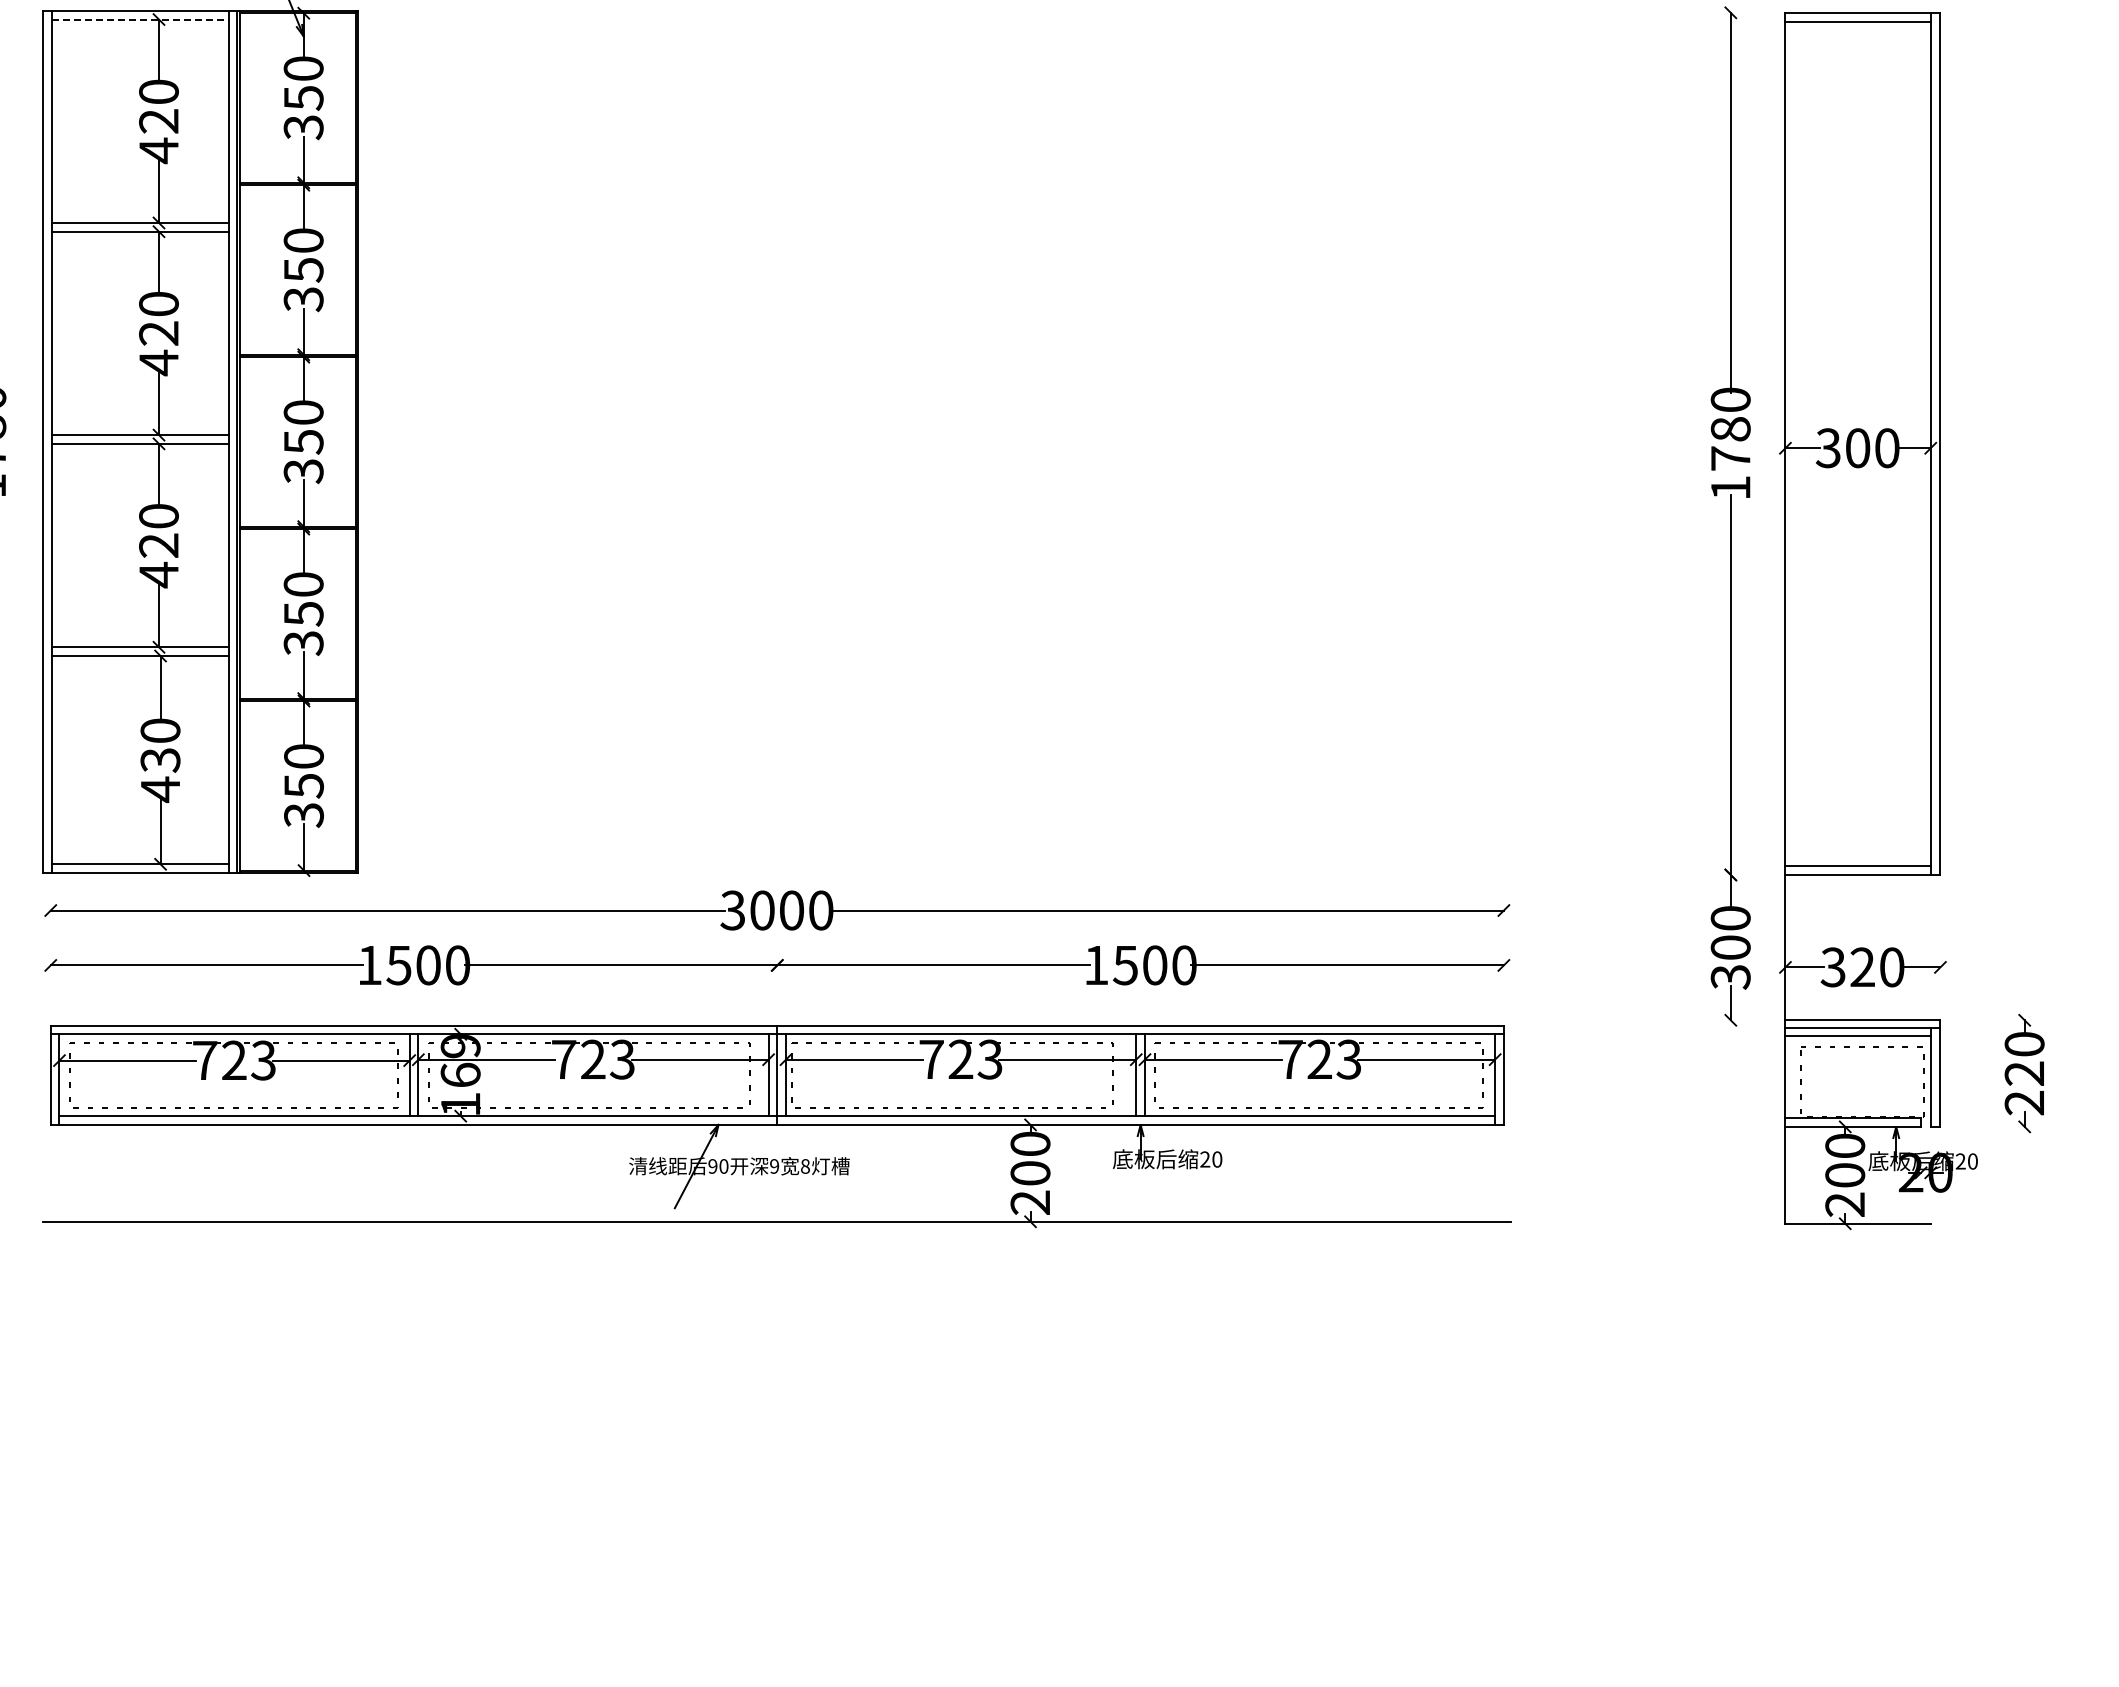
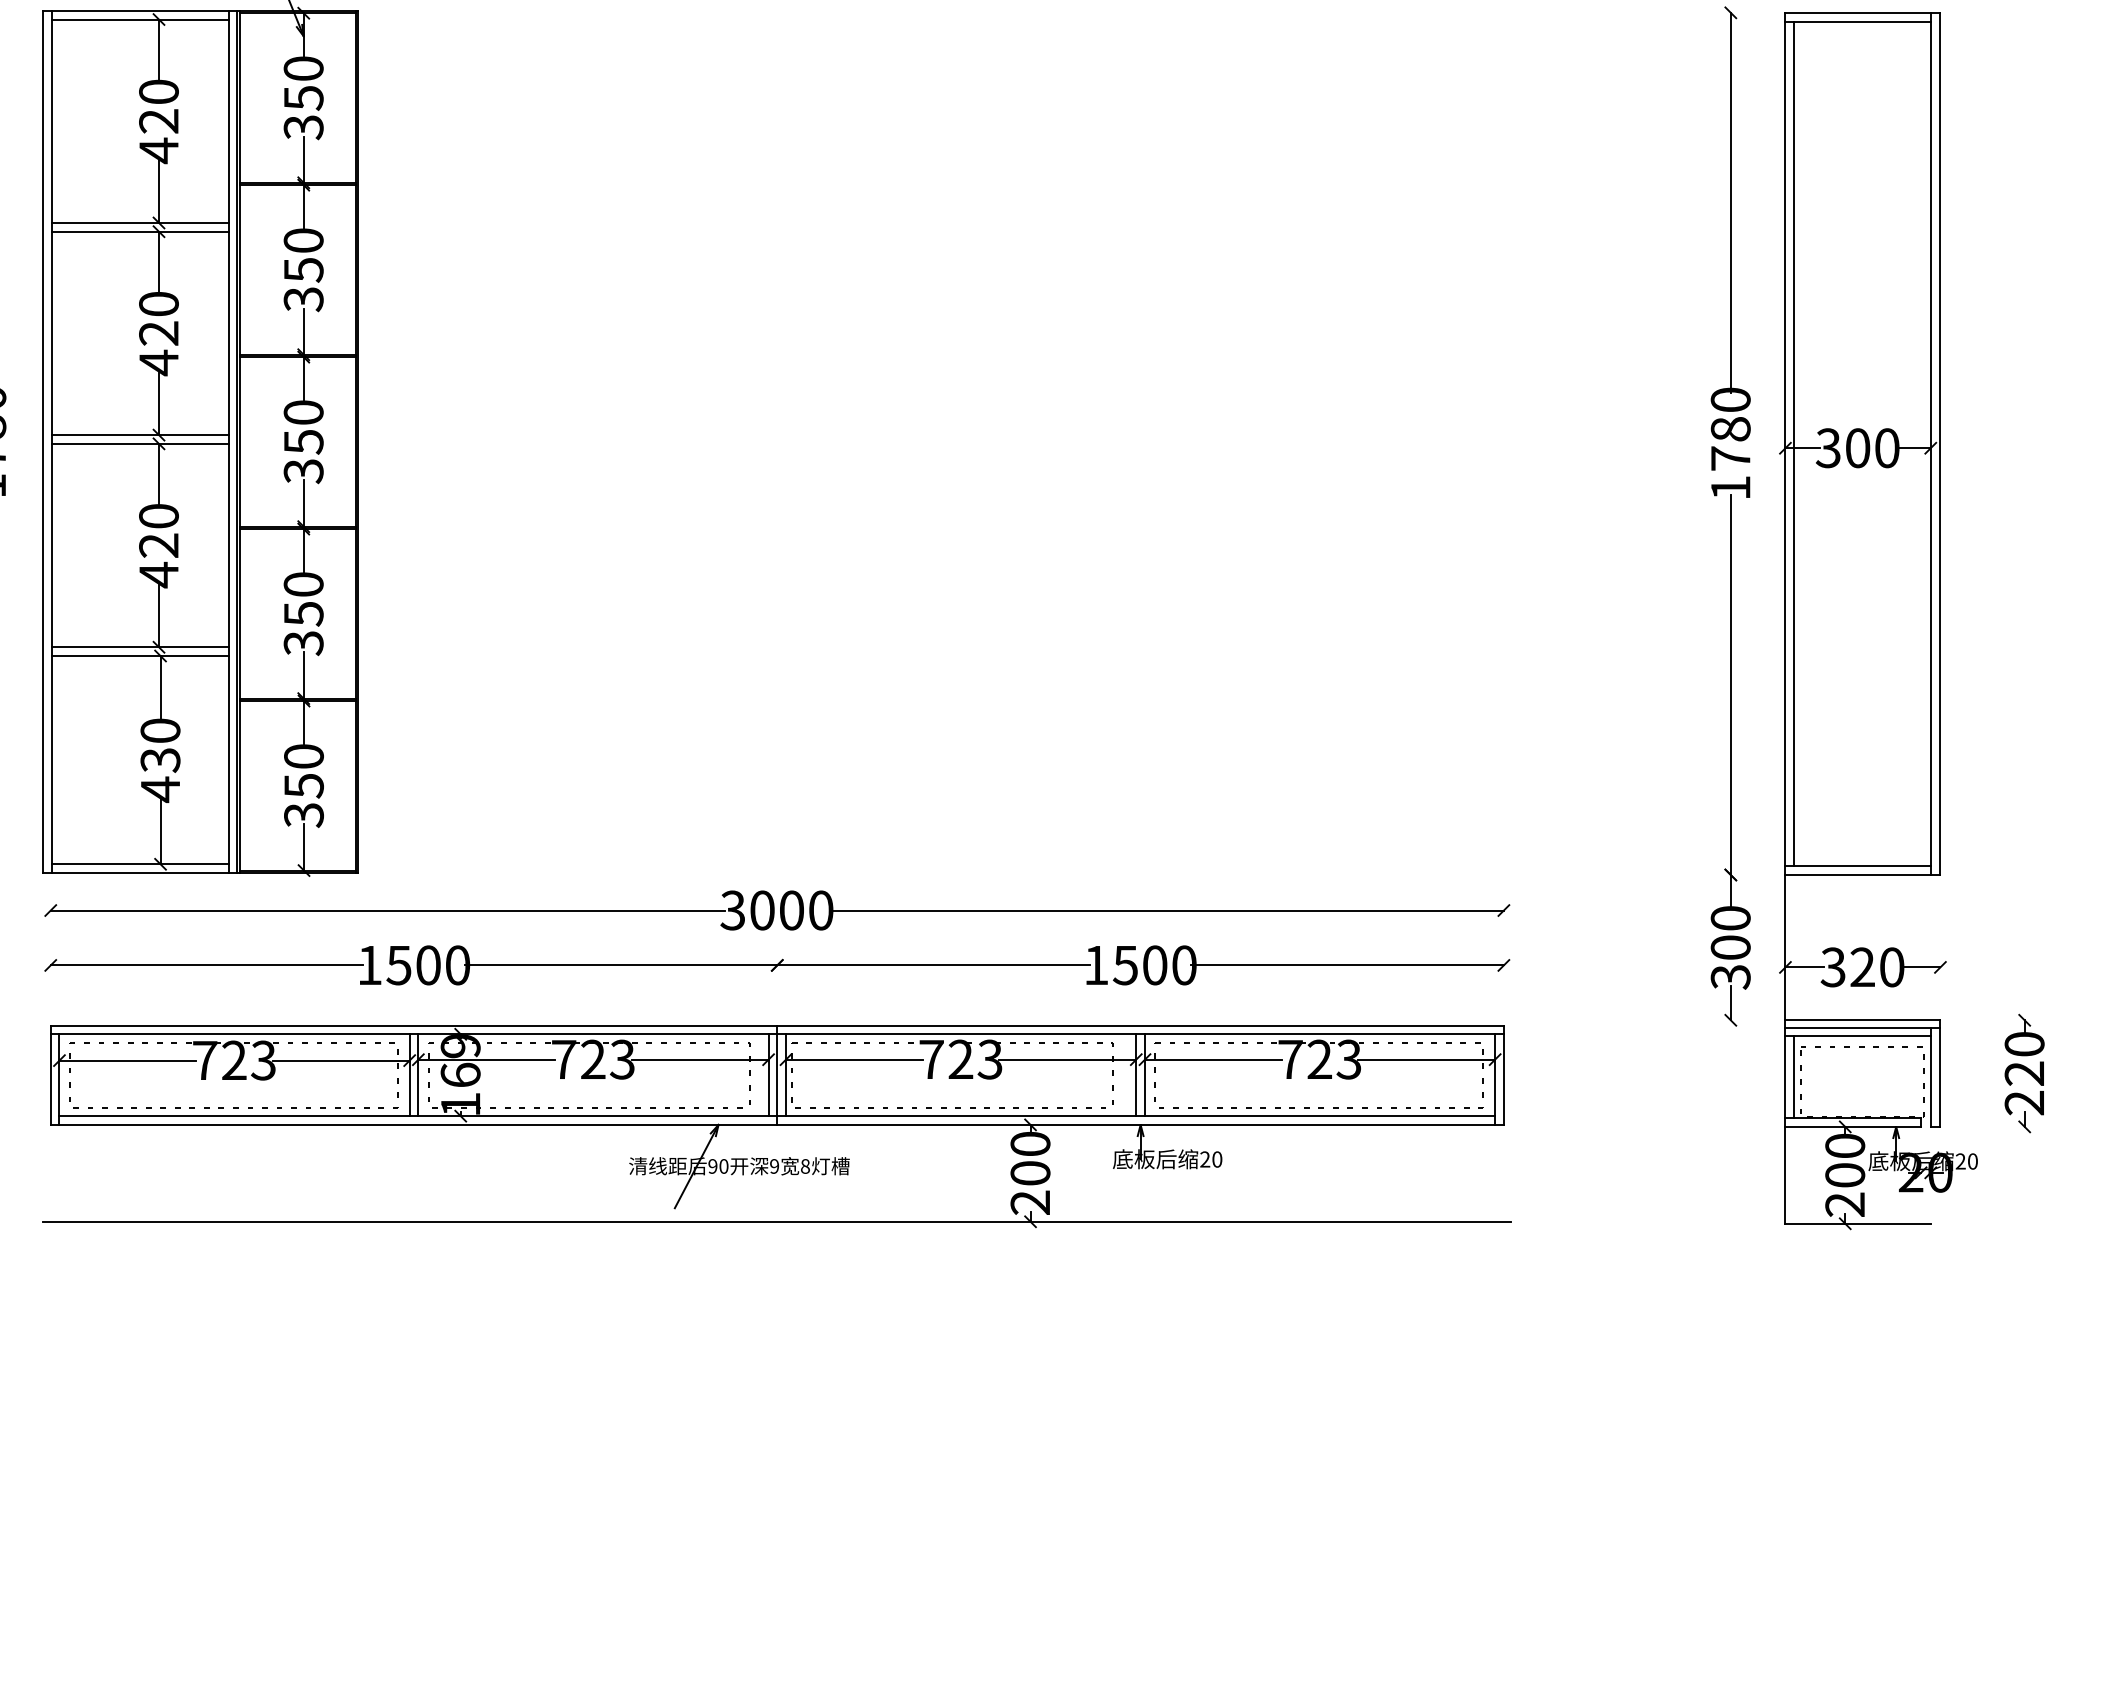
line at (140, 19): dashed -> solid
line at (1794, 443): none -> present
line at (1794, 1077): none -> present
